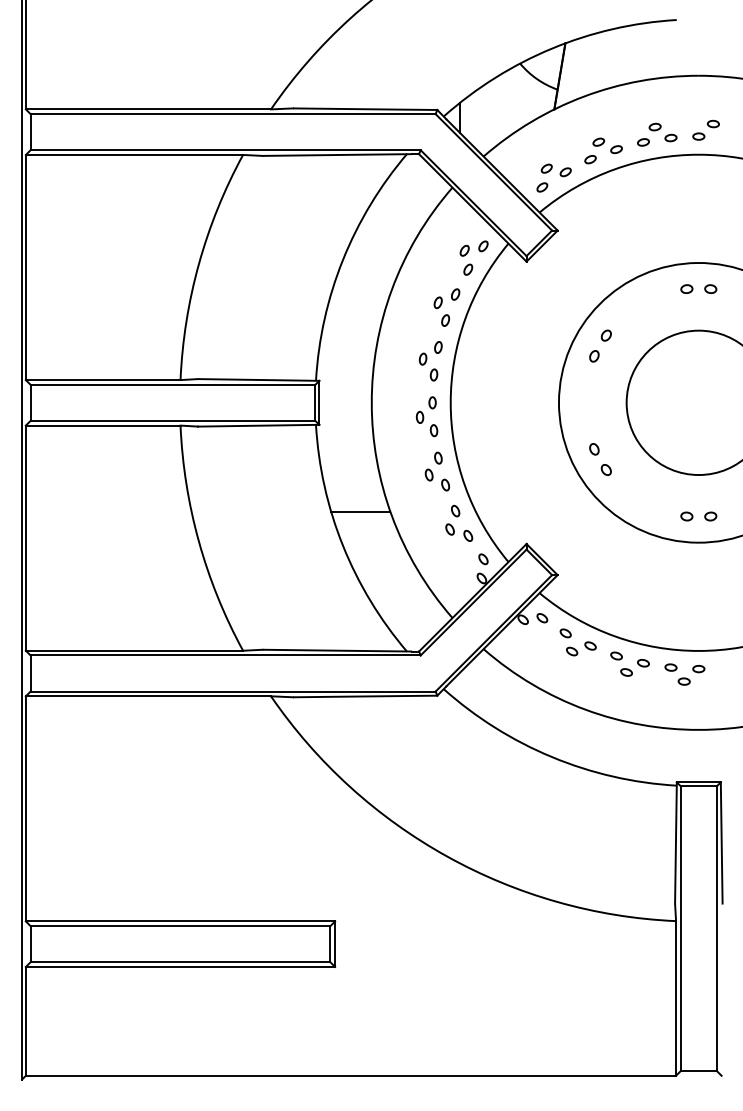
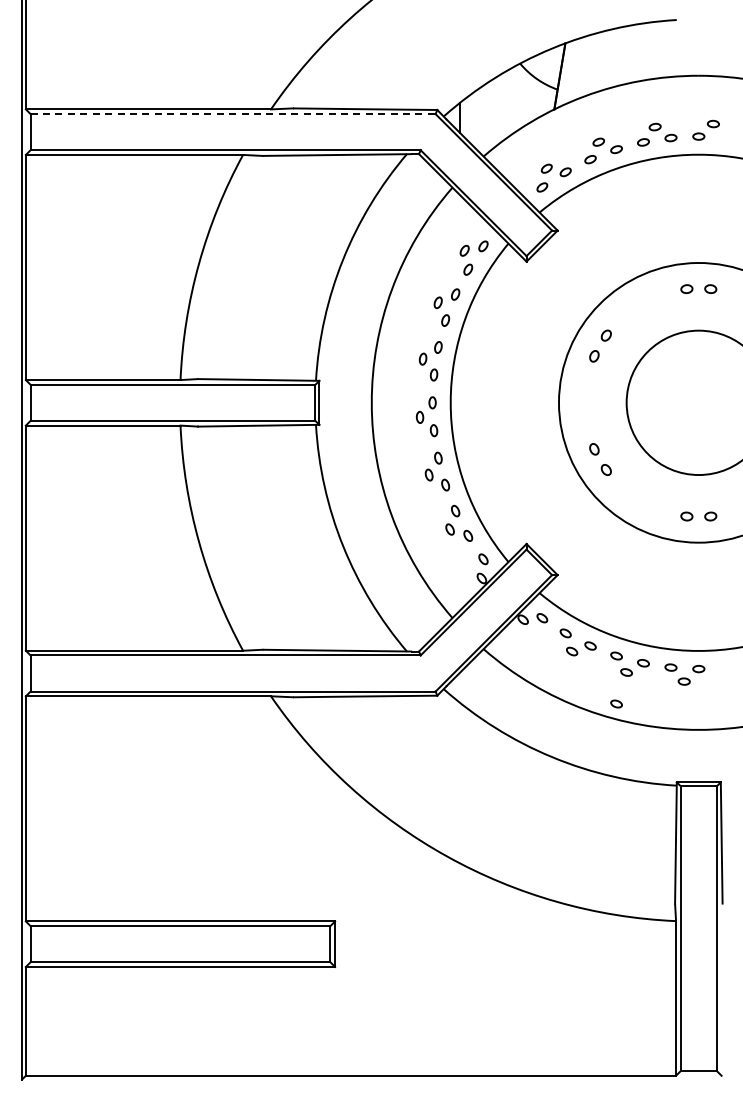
line at (233, 114): solid -> dashed
line at (360, 511): present -> none
part at (616, 703): none -> present
